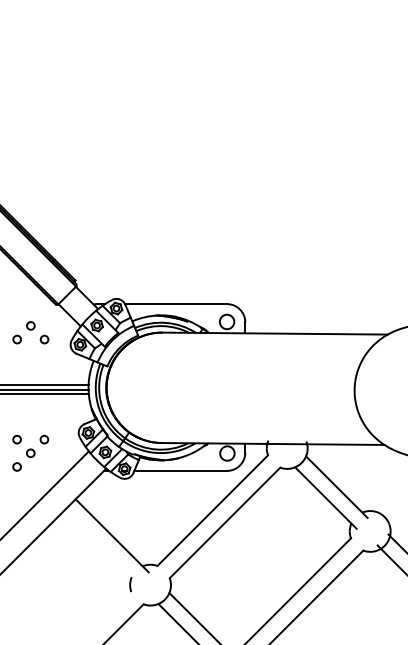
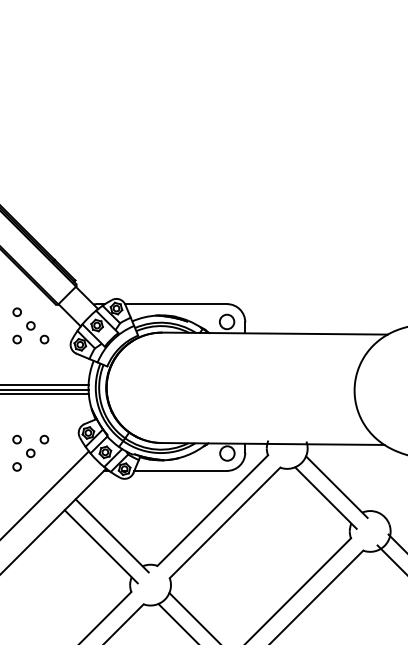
circle at (16, 311): none -> present
line at (100, 546): none -> present
line at (106, 616): none -> present
